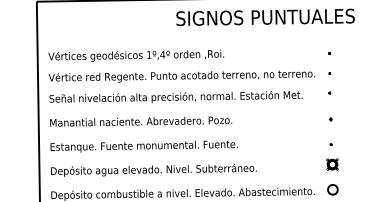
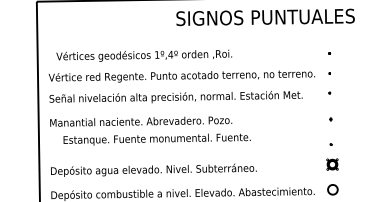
text at (135, 55) position: (135, 55) -> (143, 55)
text at (143, 146) position: (143, 146) -> (156, 139)
